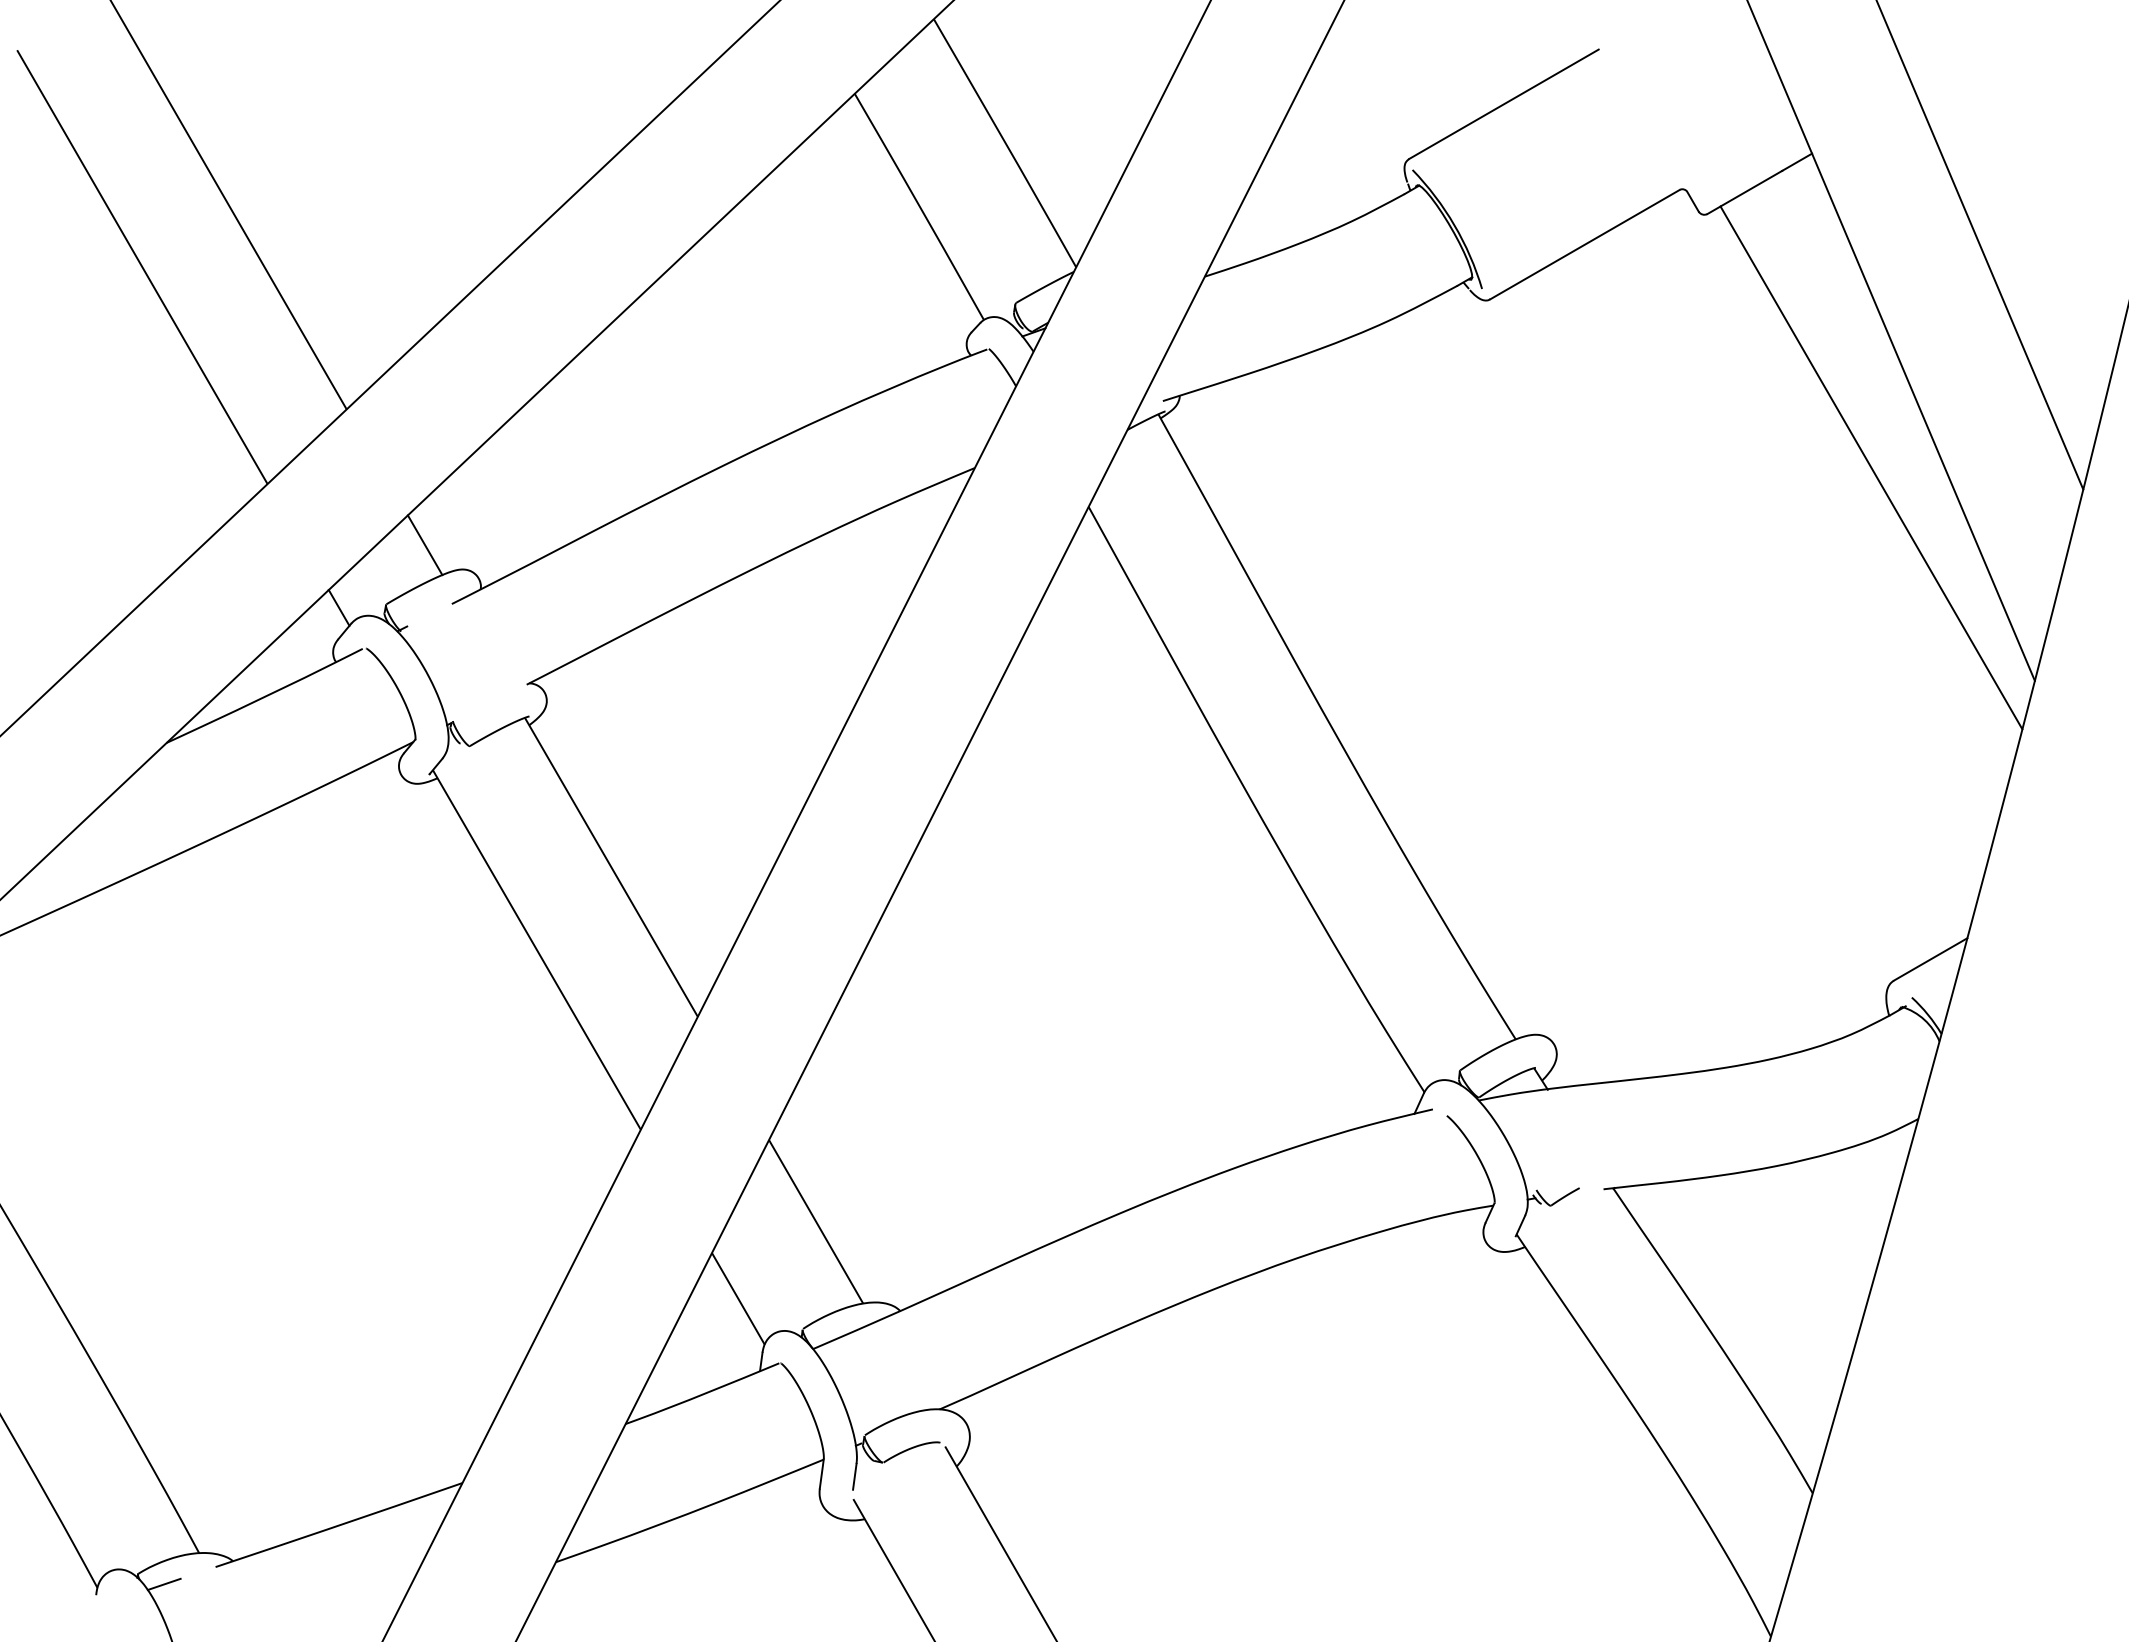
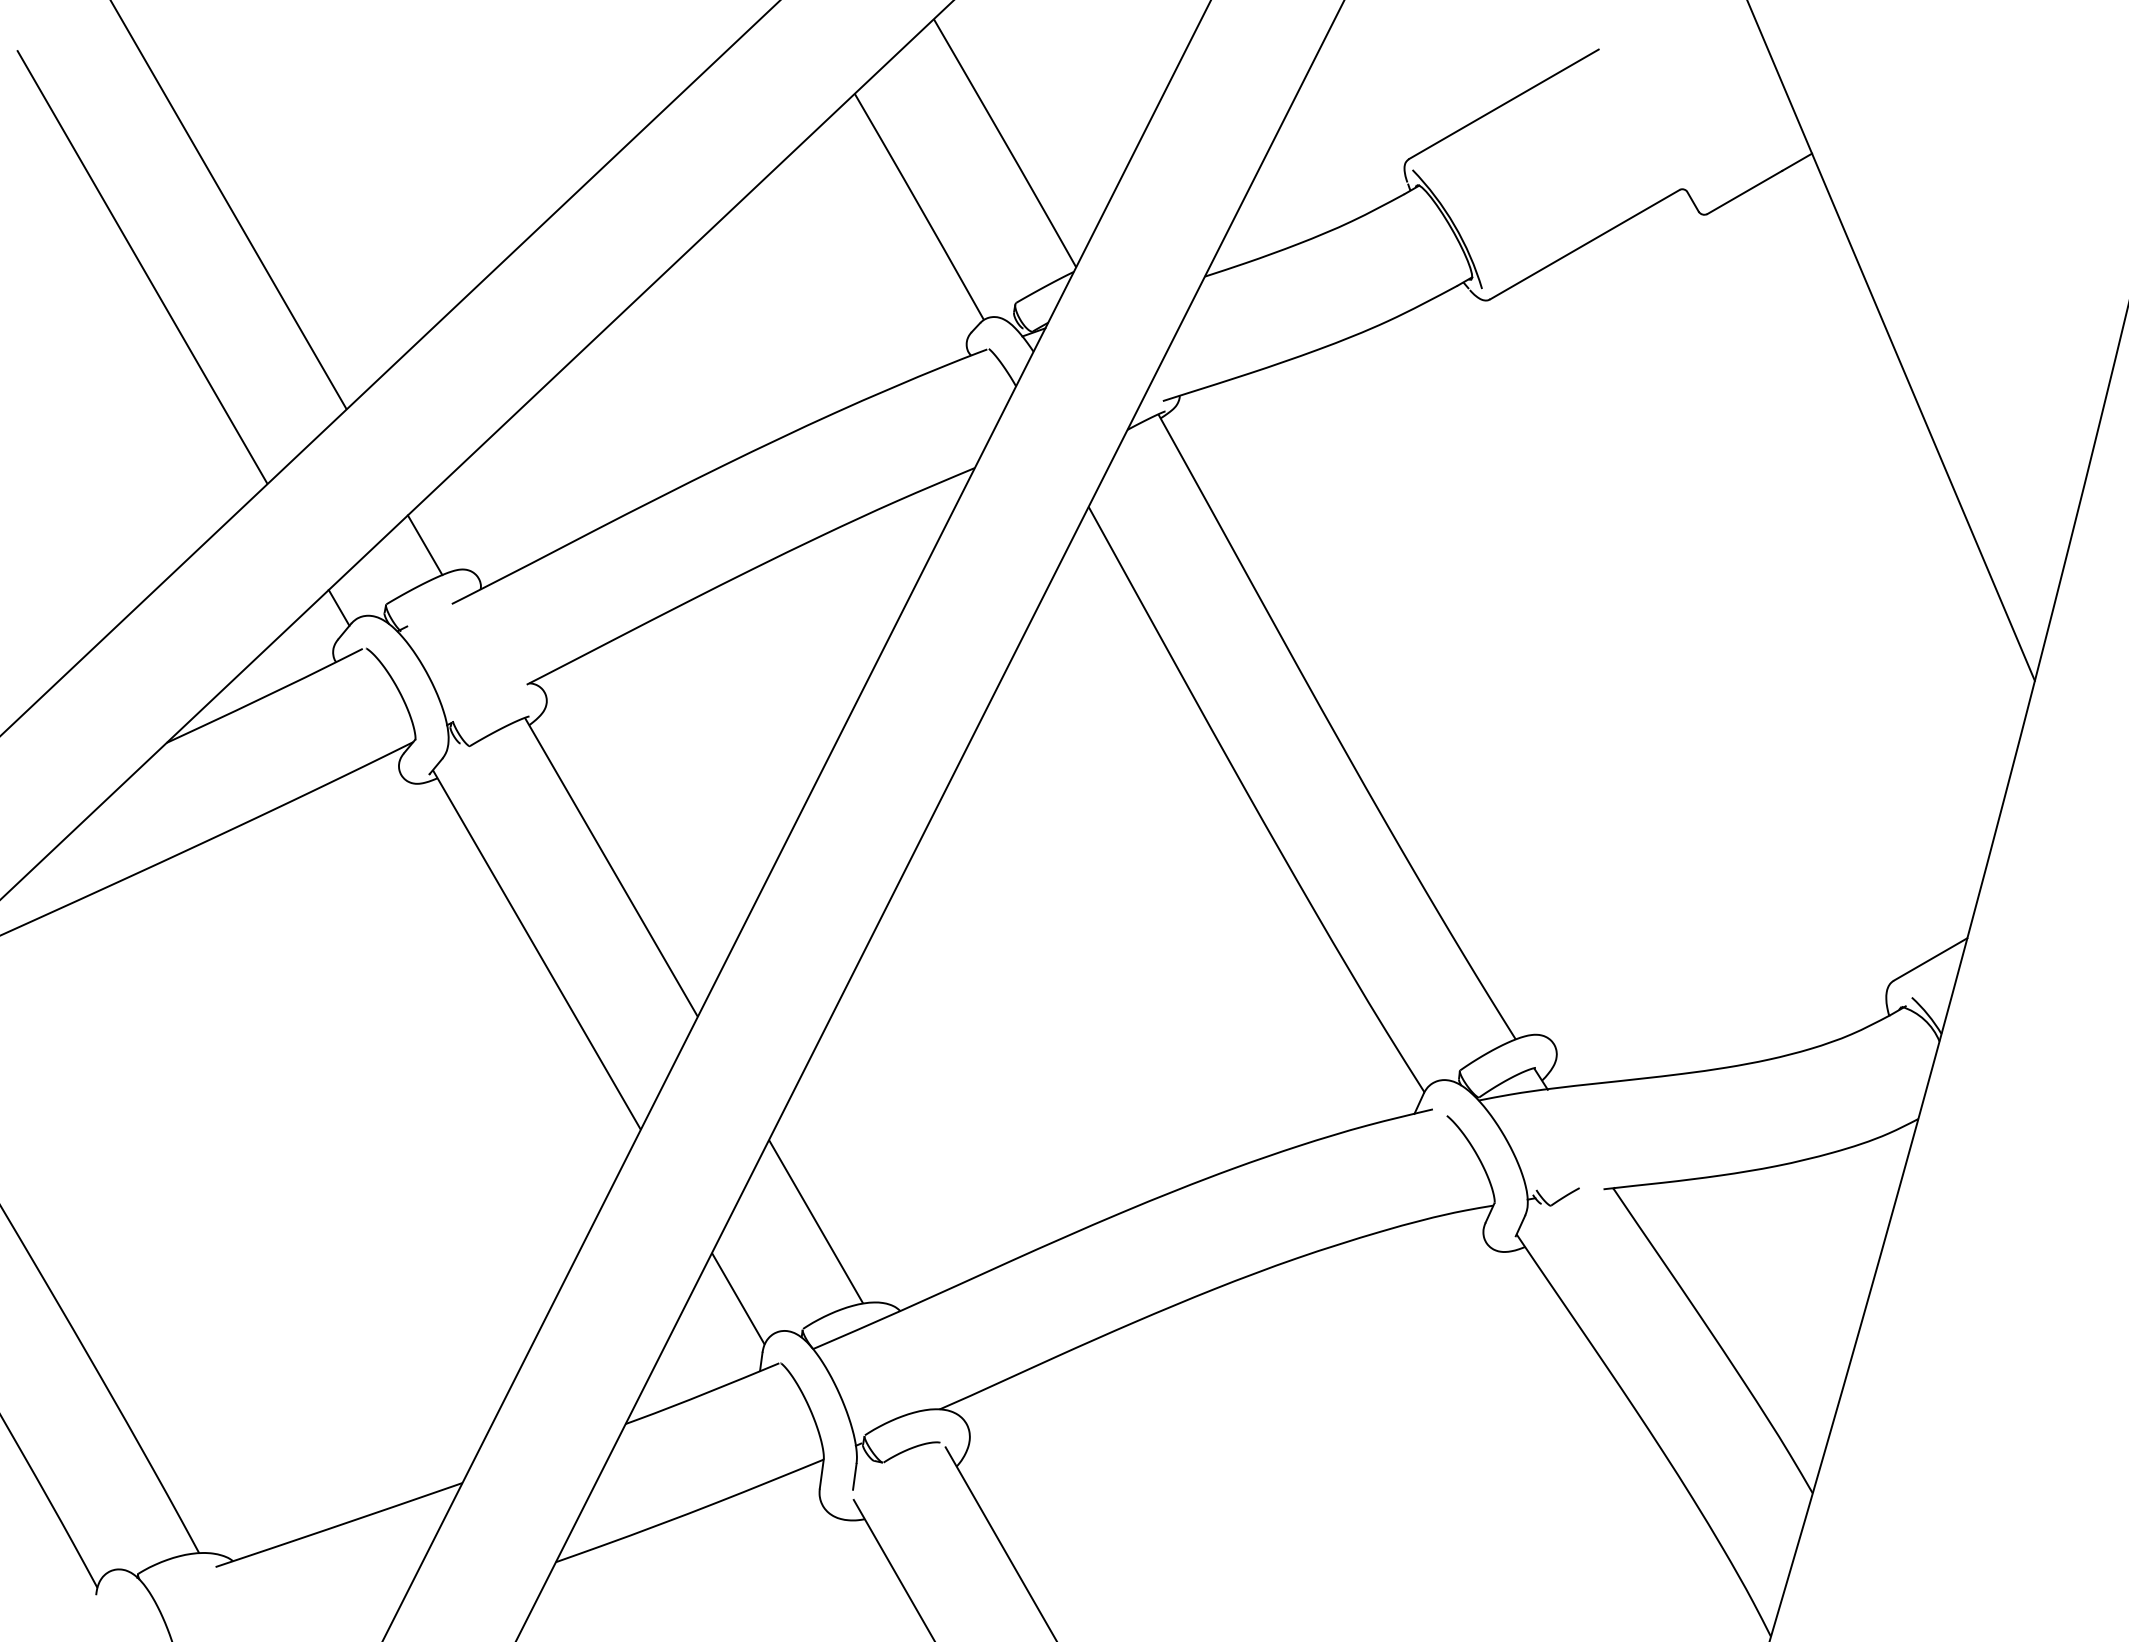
line at (1980, 245): present -> none
line at (1871, 467): present -> none
line at (163, 1584): present -> none
